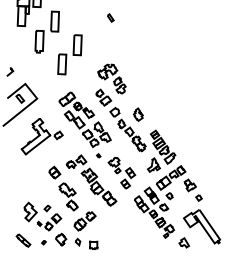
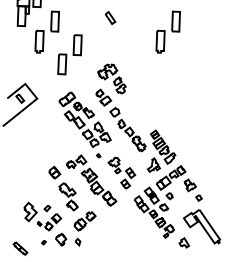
part at (110, 17) size: 8x10 px -> 12x14 px
part at (167, 31): none -> present
curve at (10, 70): present -> none
part at (137, 114): present -> none
part at (41, 136): present -> none
part at (23, 240) position: (23, 240) -> (20, 248)
part at (93, 244): present -> none
